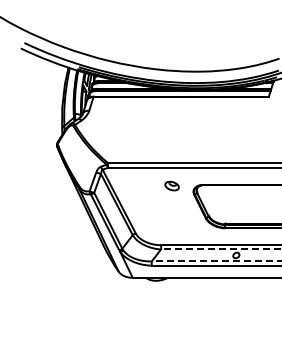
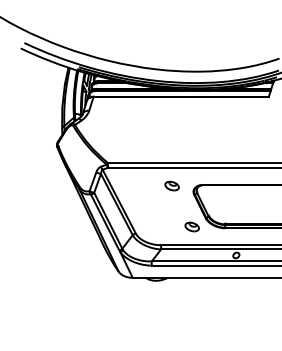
part at (191, 226): none -> present
line at (220, 249): dashed -> solid
line at (216, 261): dashed -> solid
